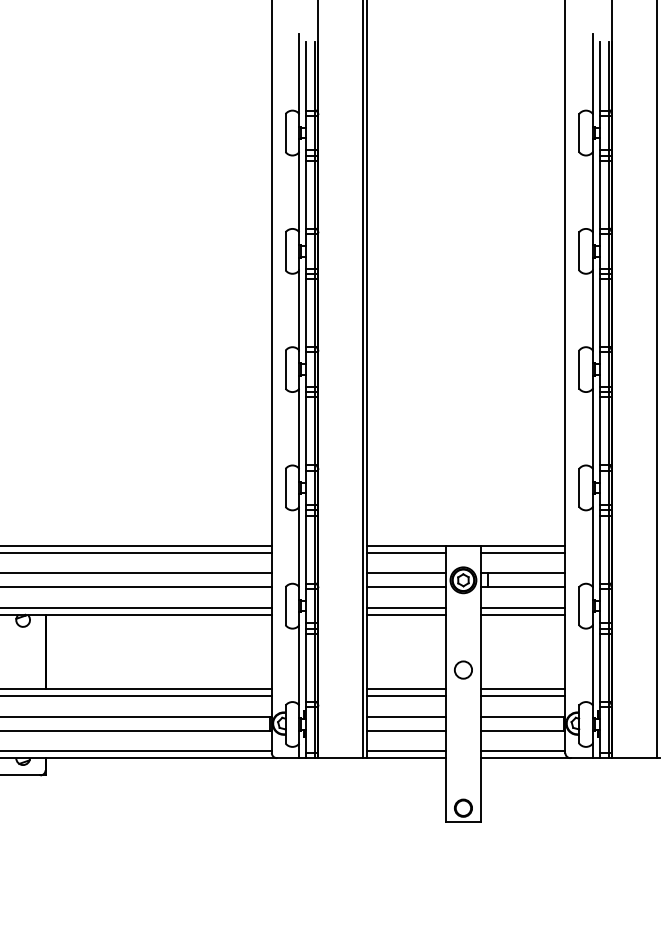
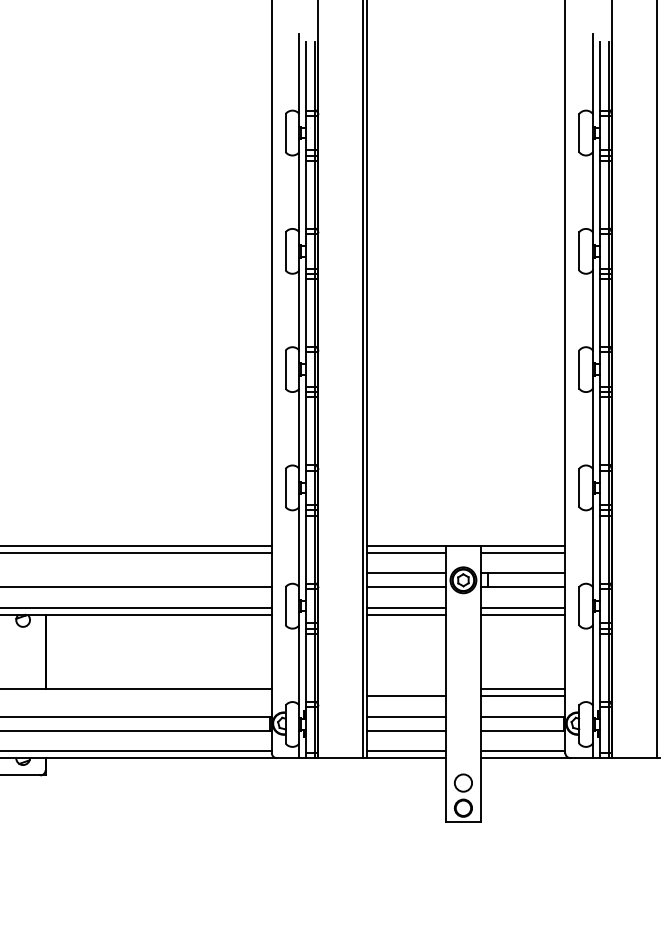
line at (136, 573): present -> none
circle at (463, 669) position: (463, 669) -> (463, 782)
line at (406, 689): present -> none
line at (136, 695): present -> none
